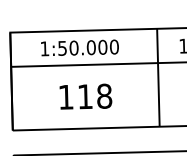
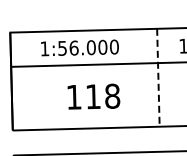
text at (73, 47): 1:50.000 -> 1:56.000
line at (158, 77): solid -> dashed
text at (85, 96) position: (85, 96) -> (93, 96)
